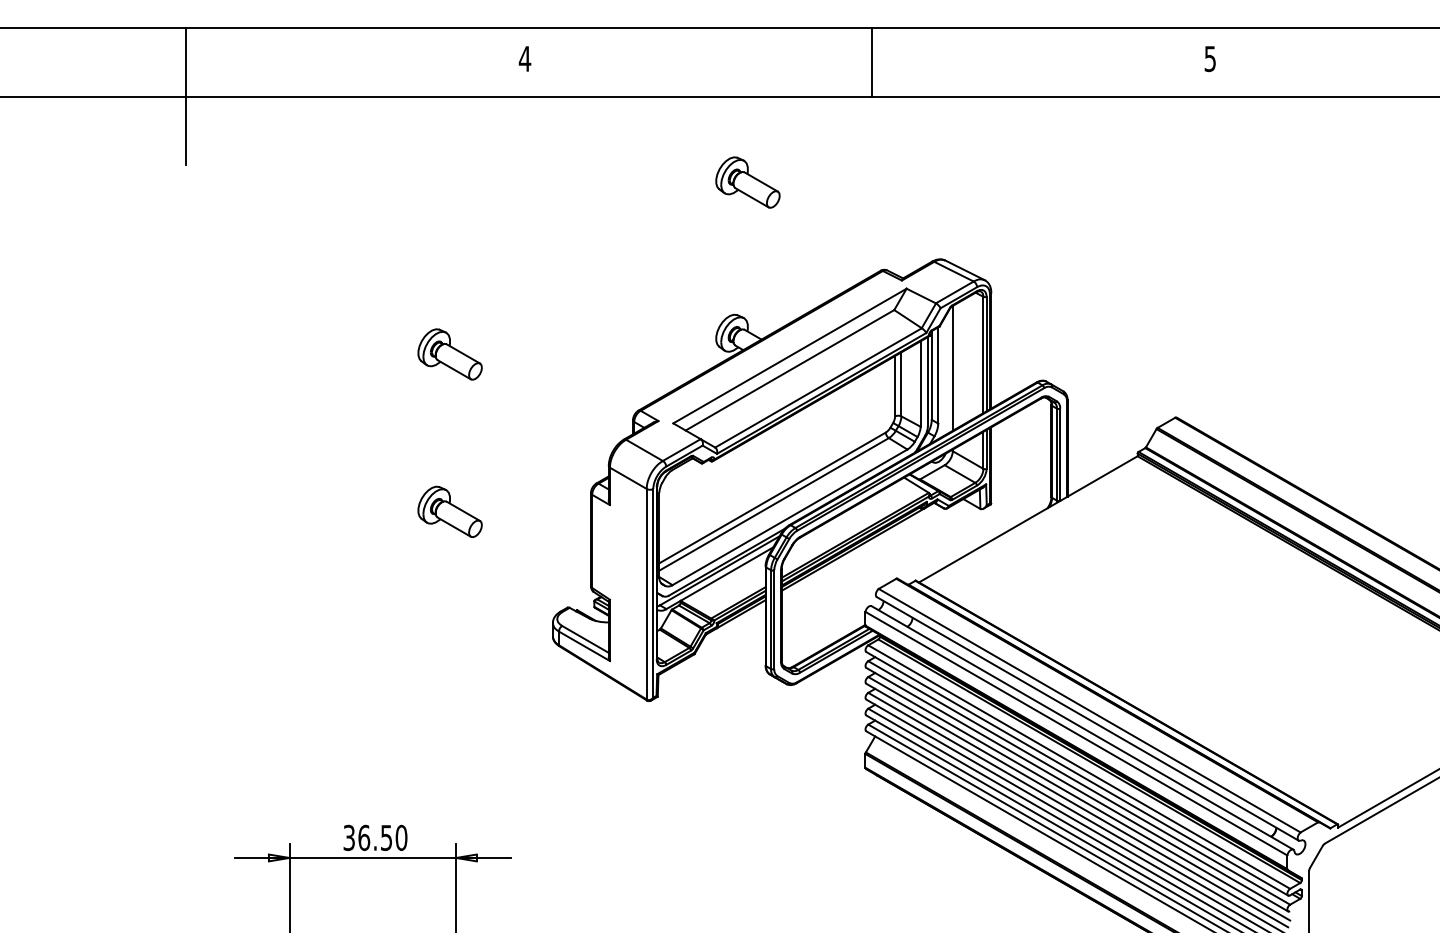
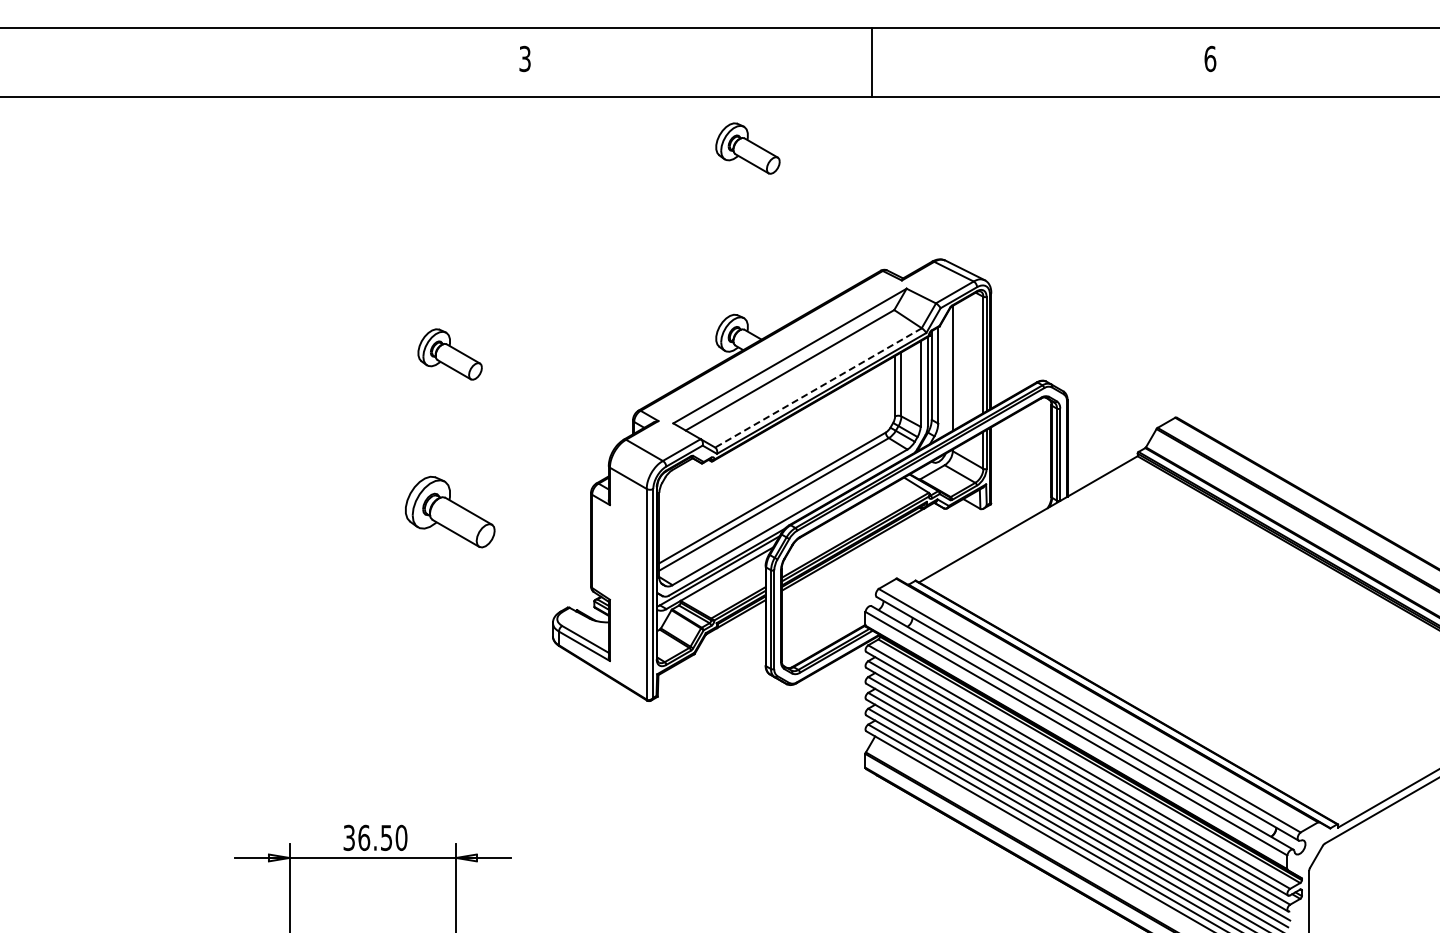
text at (524, 58): 4 -> 3
text at (1210, 58): 5 -> 6
line at (186, 96): present -> none
part at (747, 182) position: (747, 182) -> (747, 148)
line at (818, 388): solid -> dashed
part at (449, 511) size: 66x53 px -> 91x74 px
